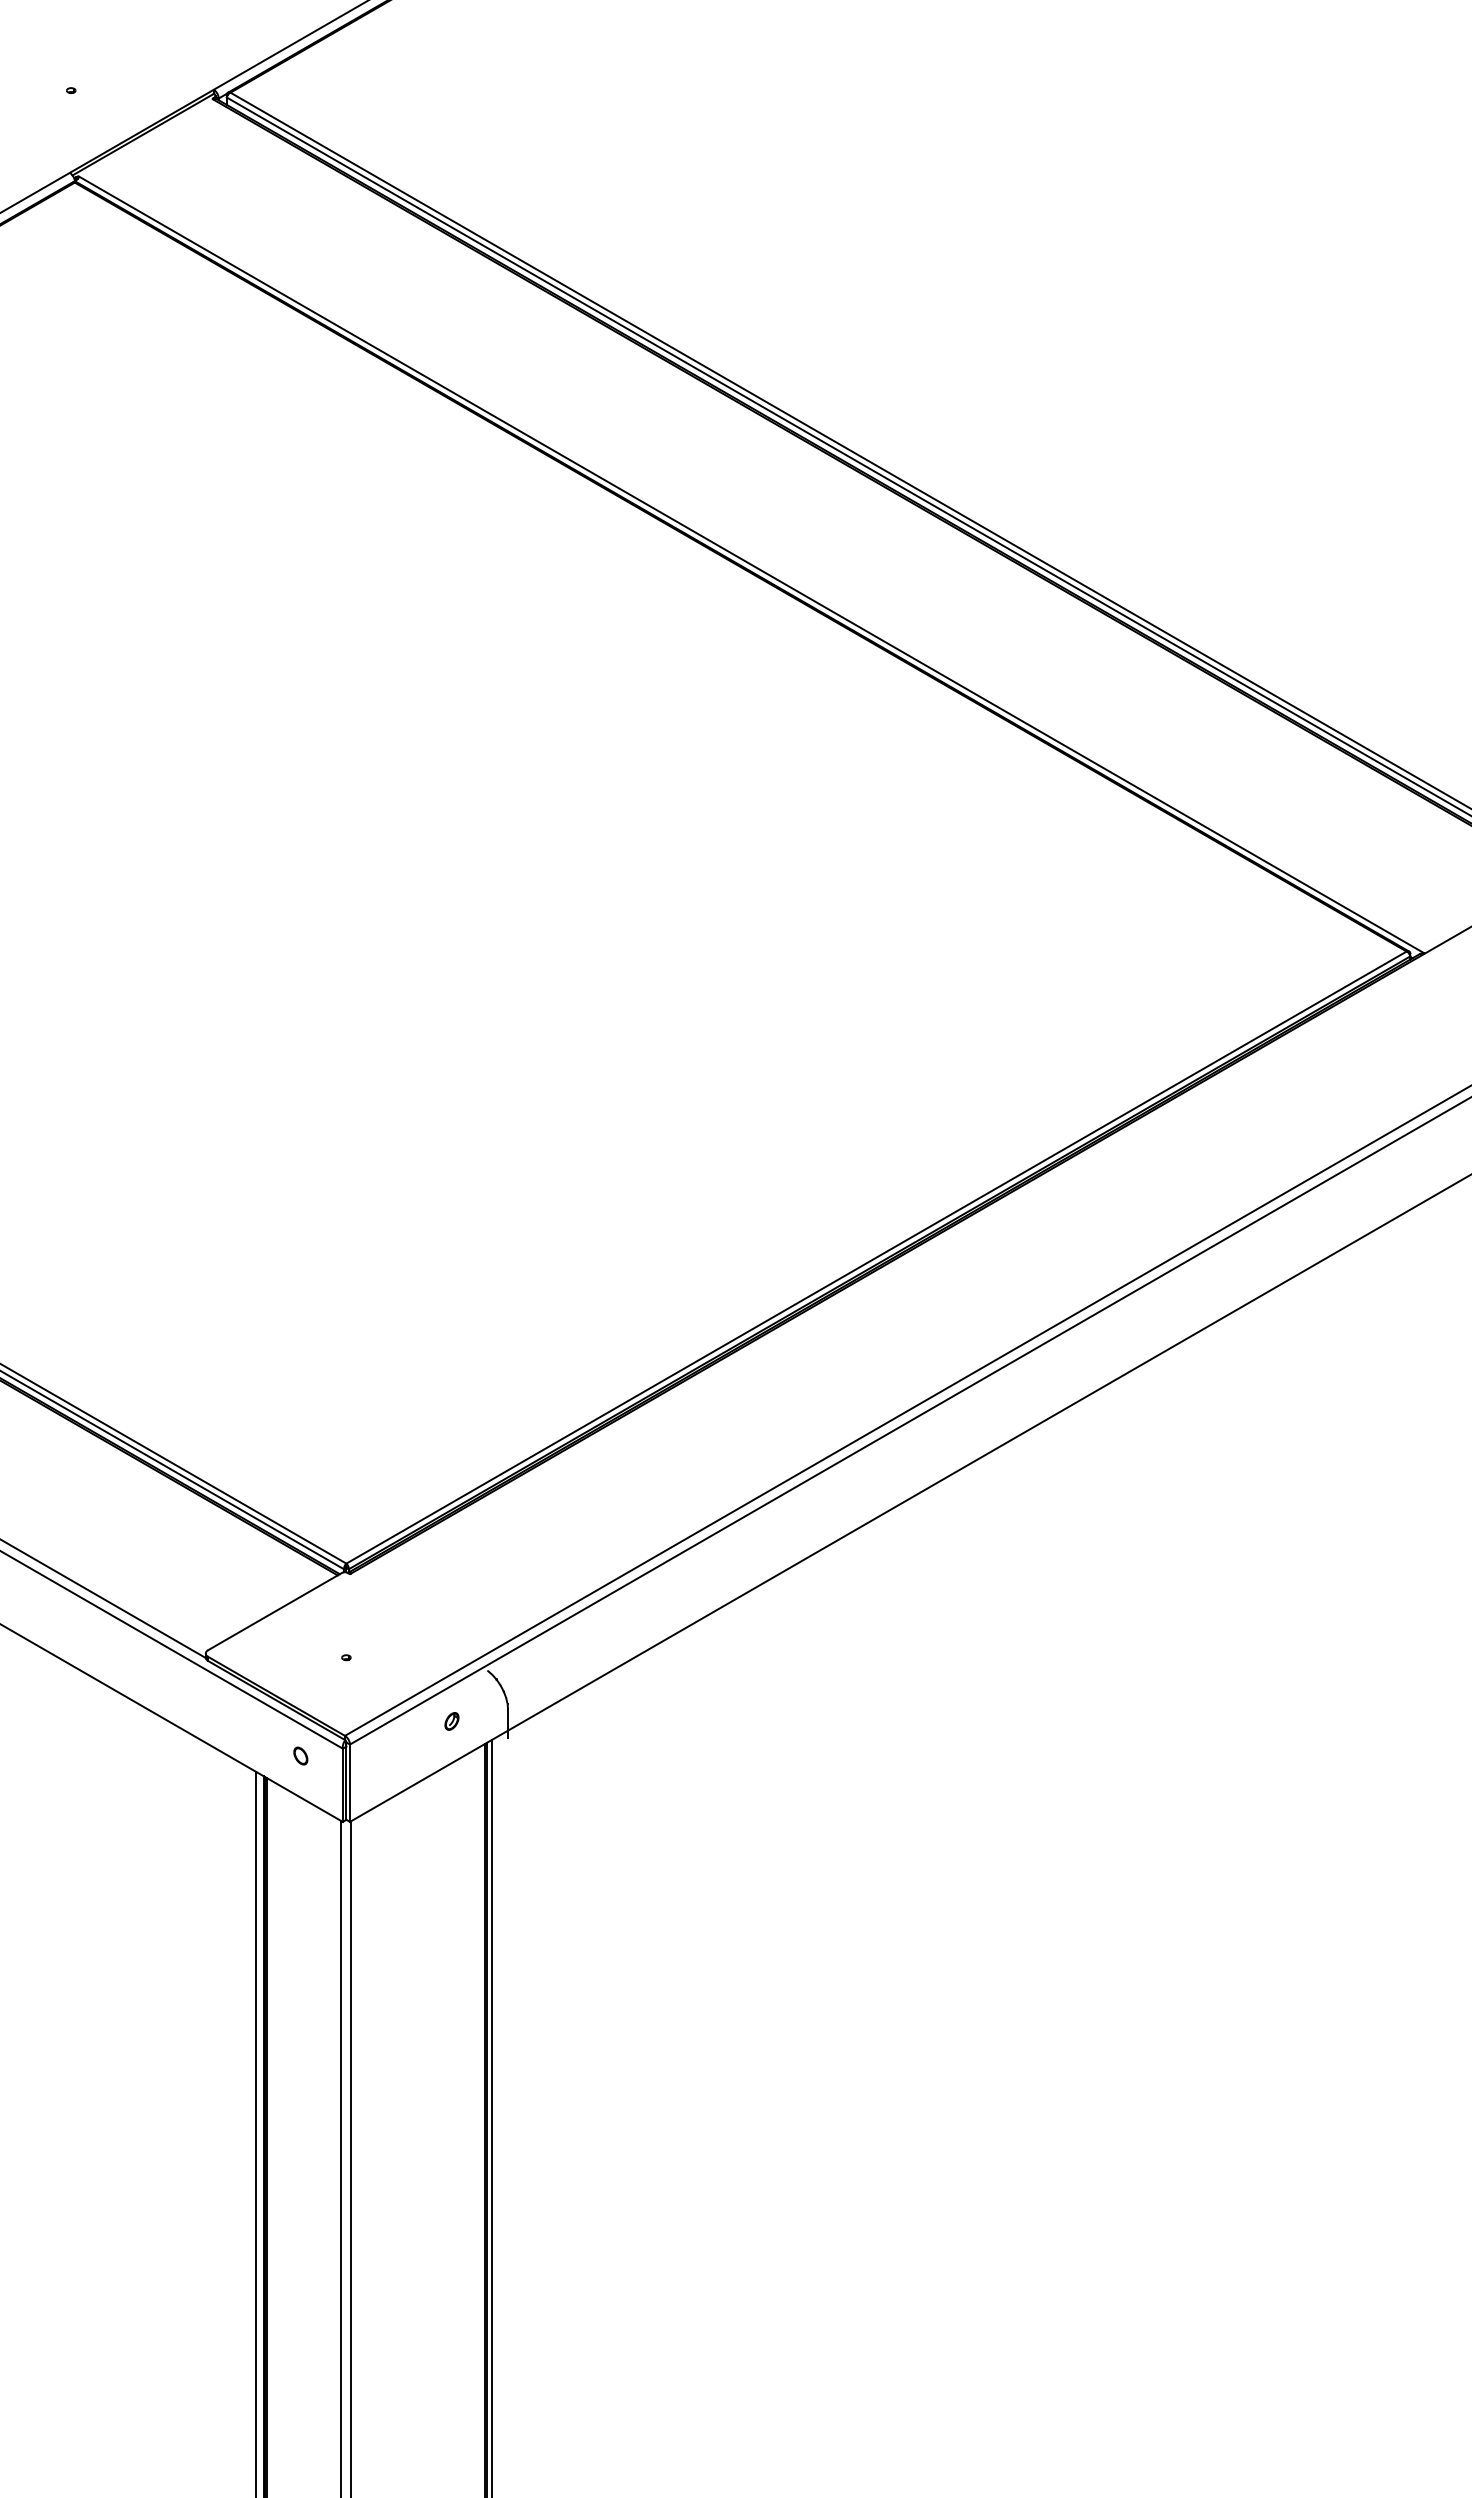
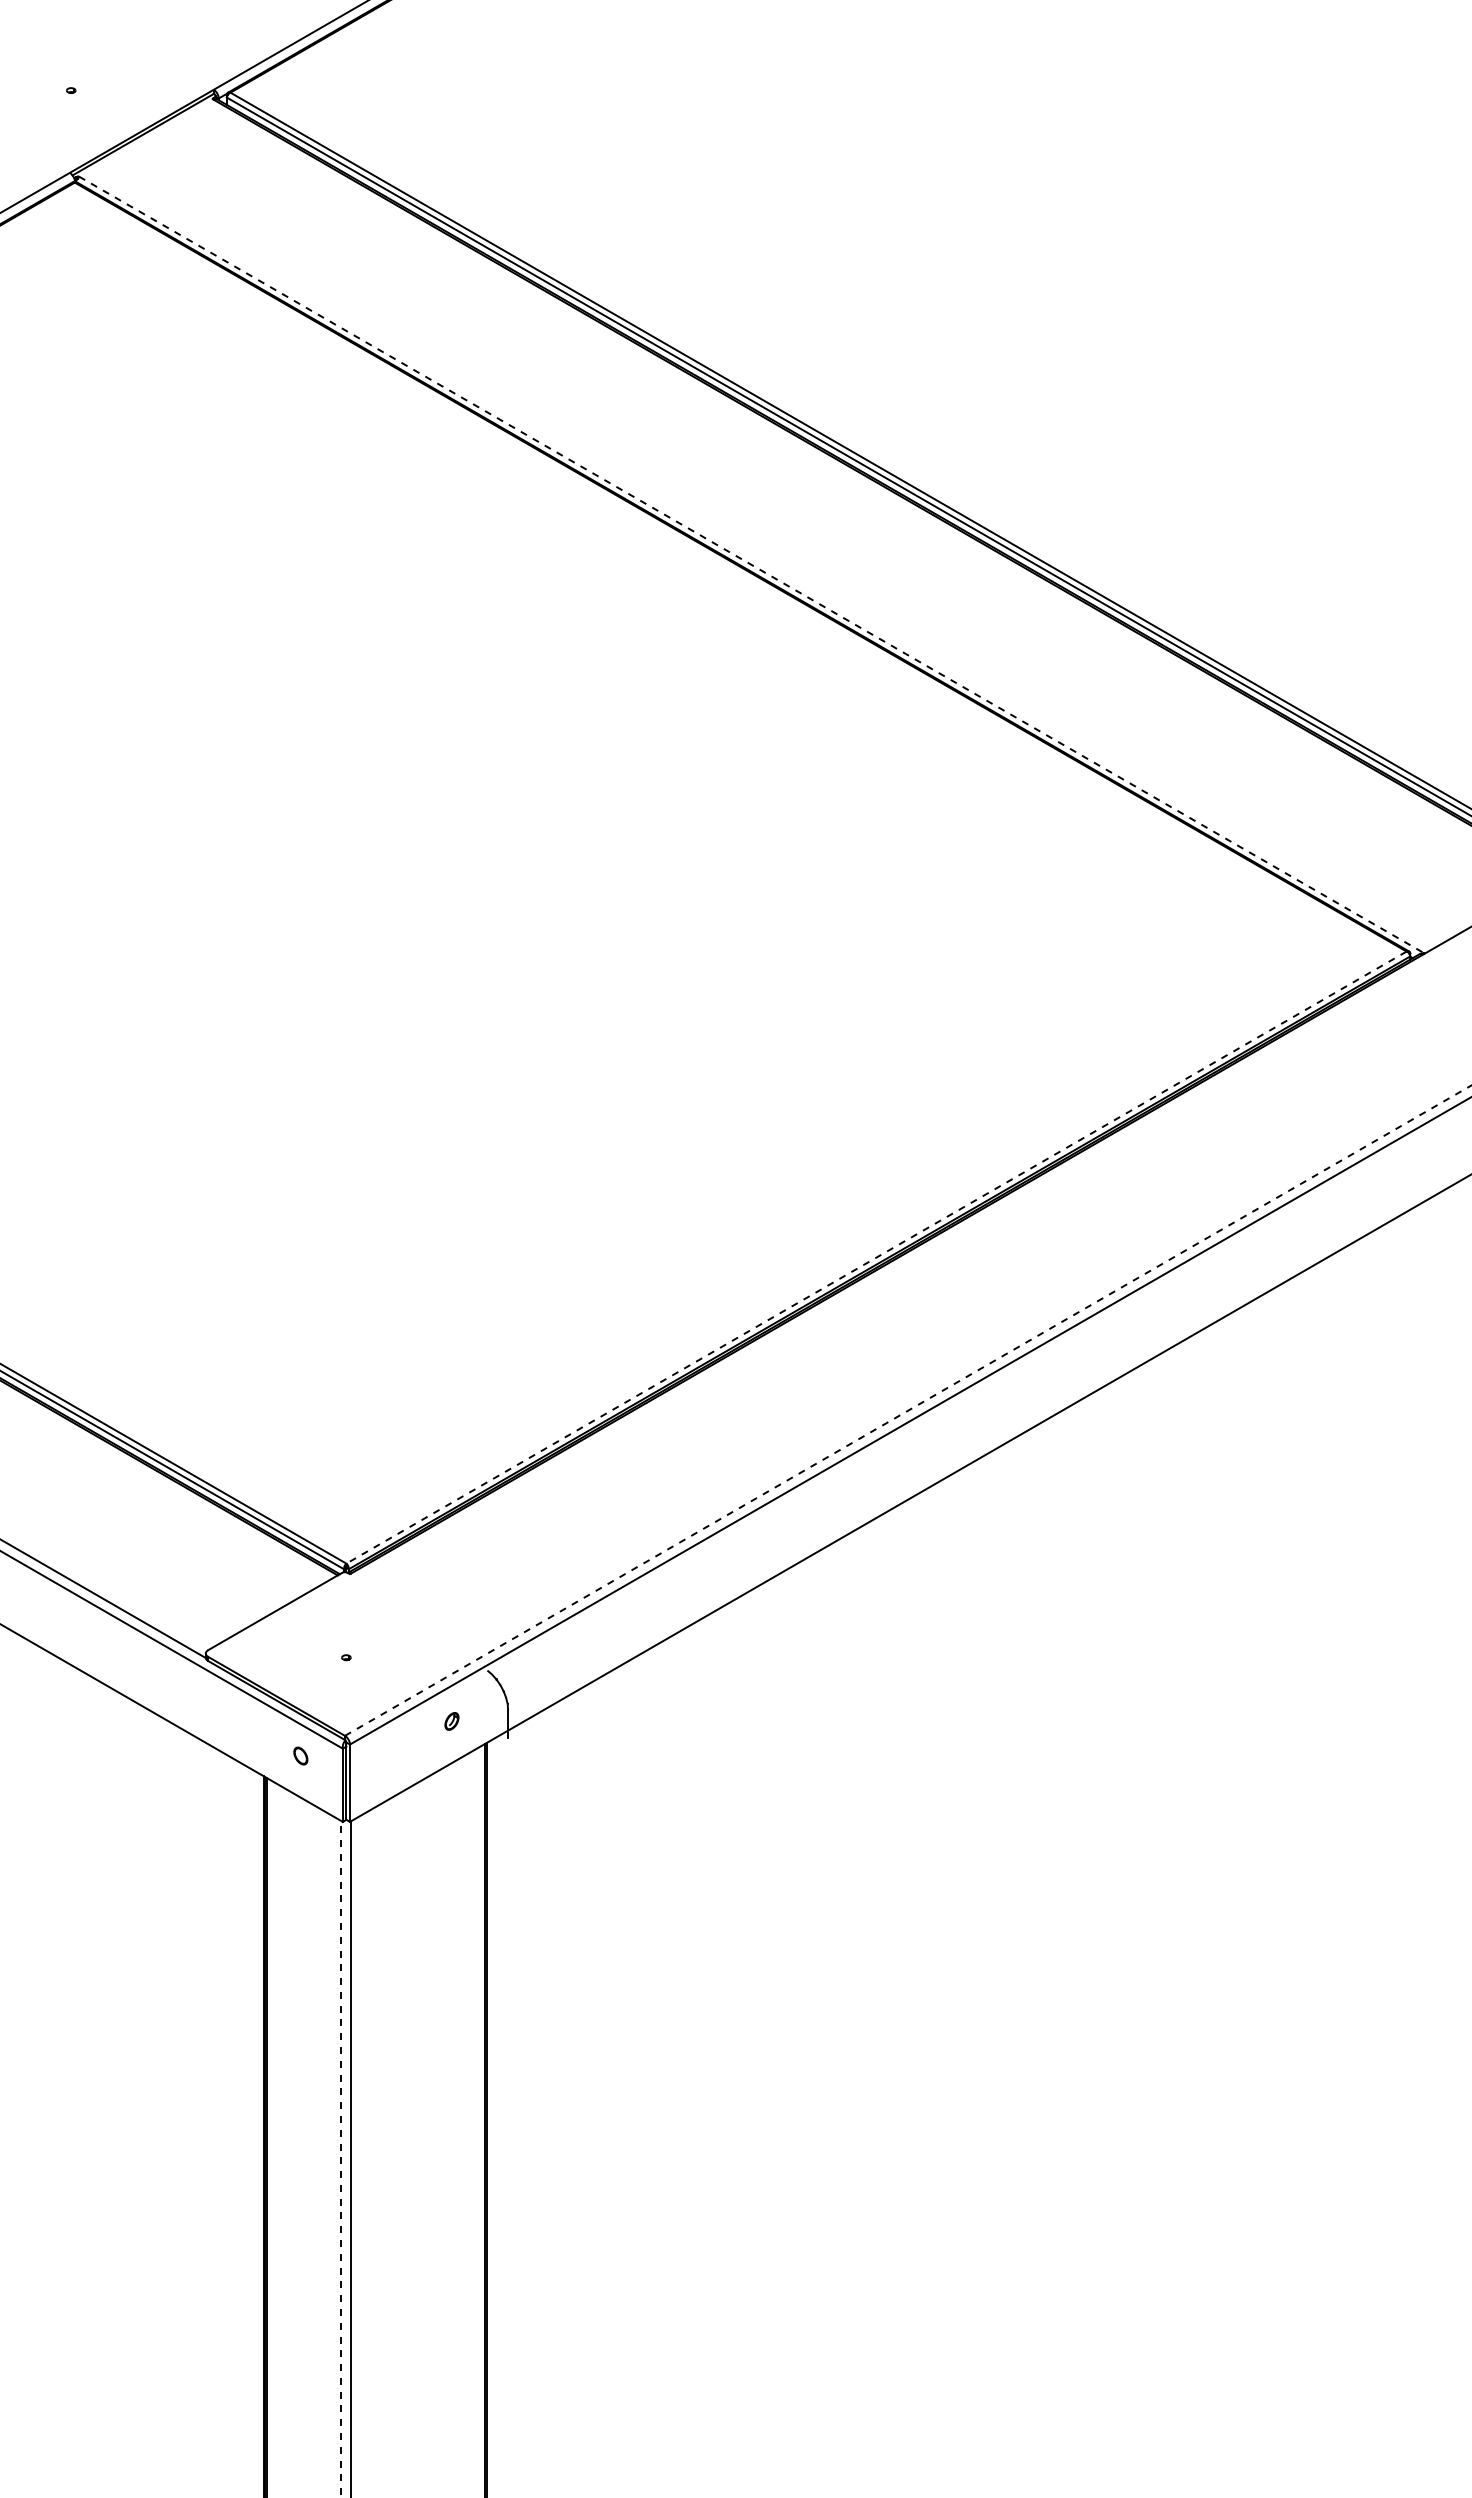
line at (751, 564): solid -> dashed
line at (876, 1257): solid -> dashed
line at (908, 1410): solid -> dashed
line at (491, 2116): present -> none
line at (256, 2132): present -> none
line at (341, 2159): solid -> dashed
